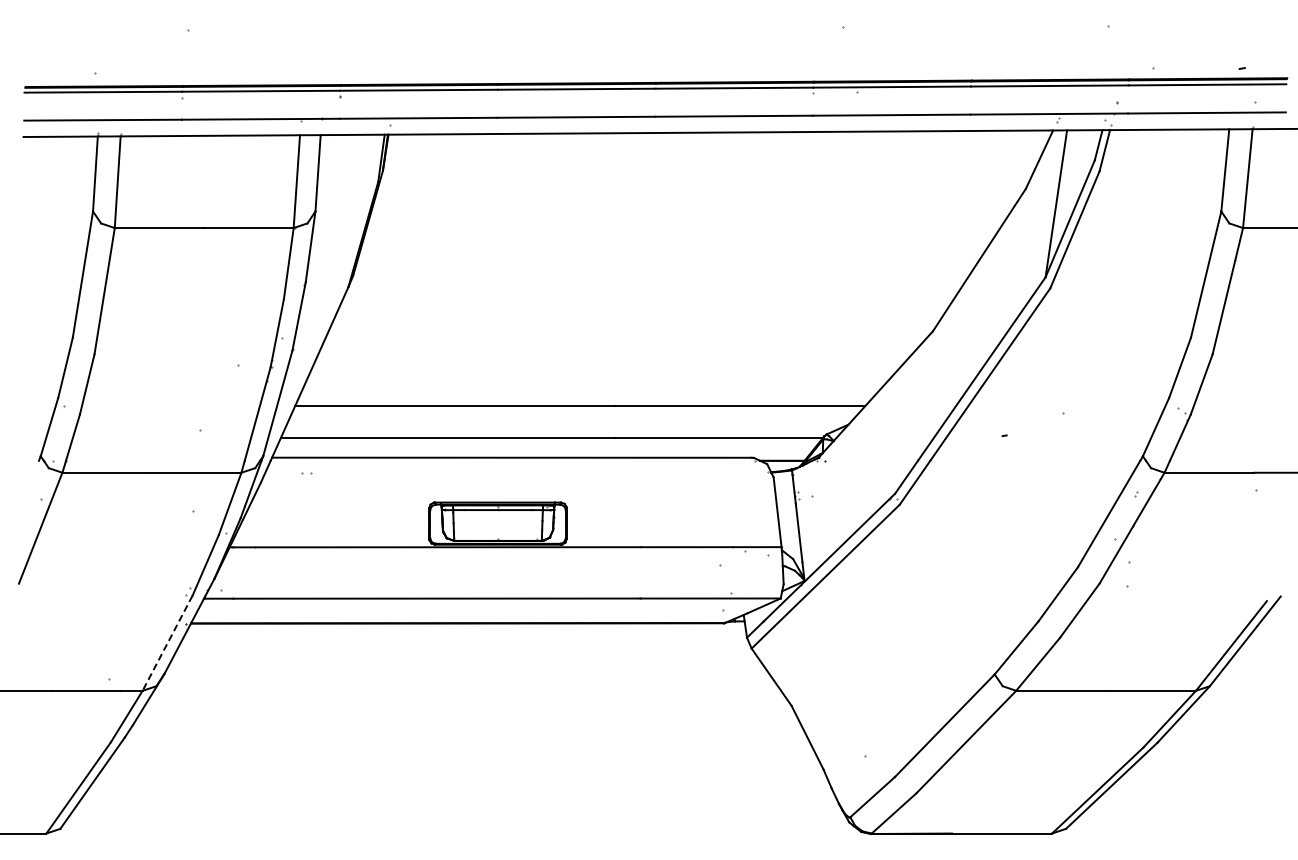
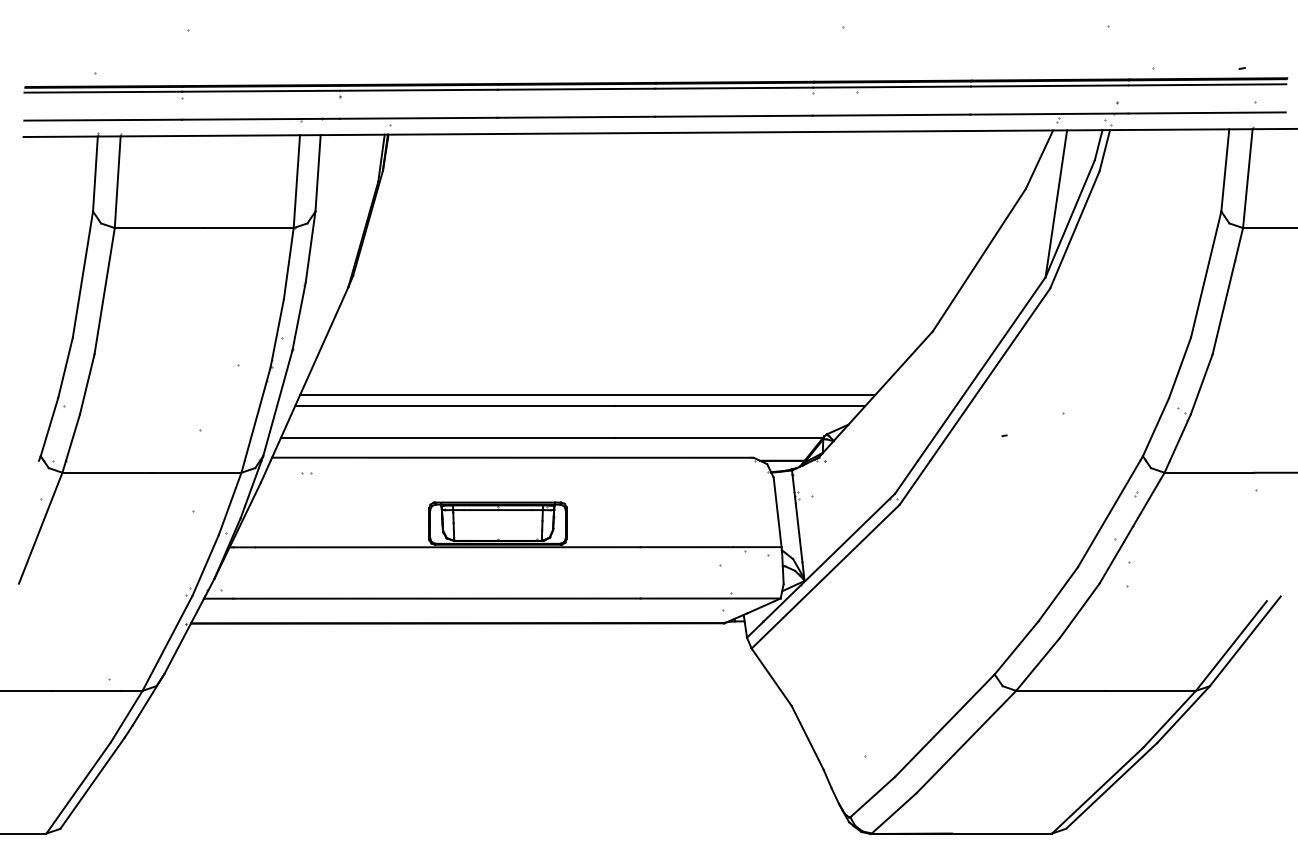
line at (587, 395): none -> present
line at (167, 643): dashed -> solid
